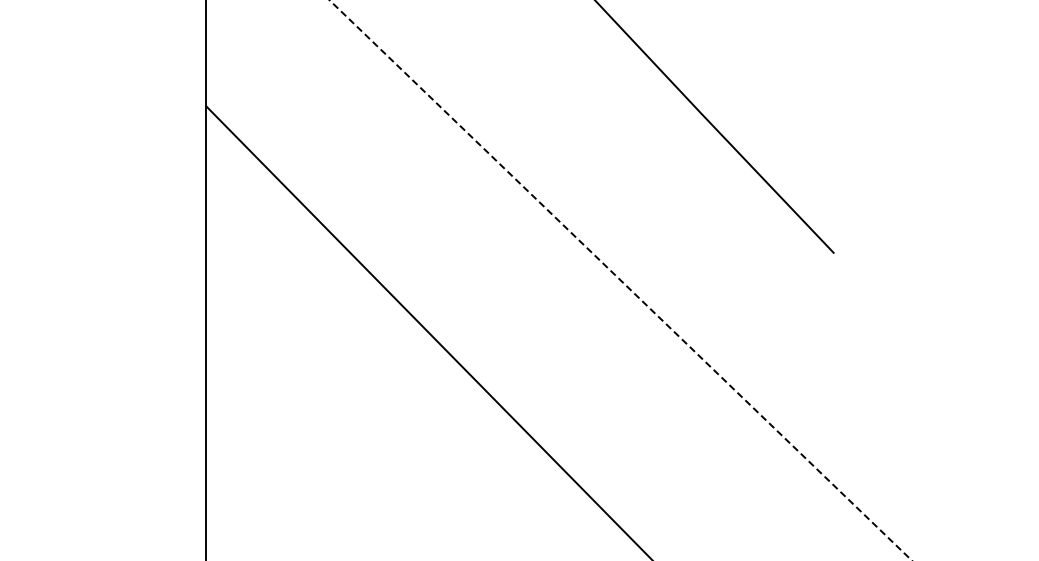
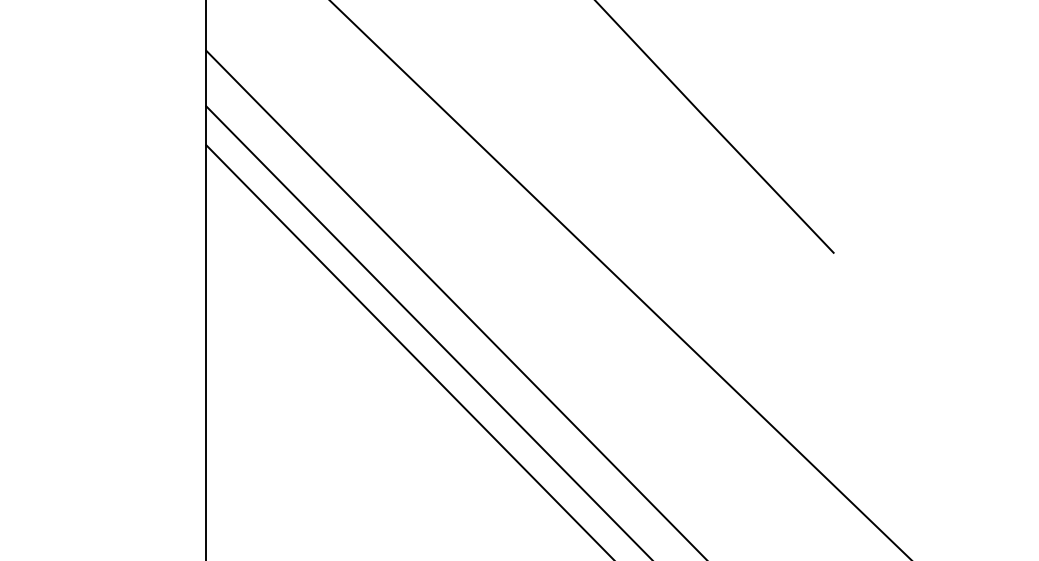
line at (620, 280): dashed -> solid
line at (455, 303): none -> present
line at (408, 351): none -> present
